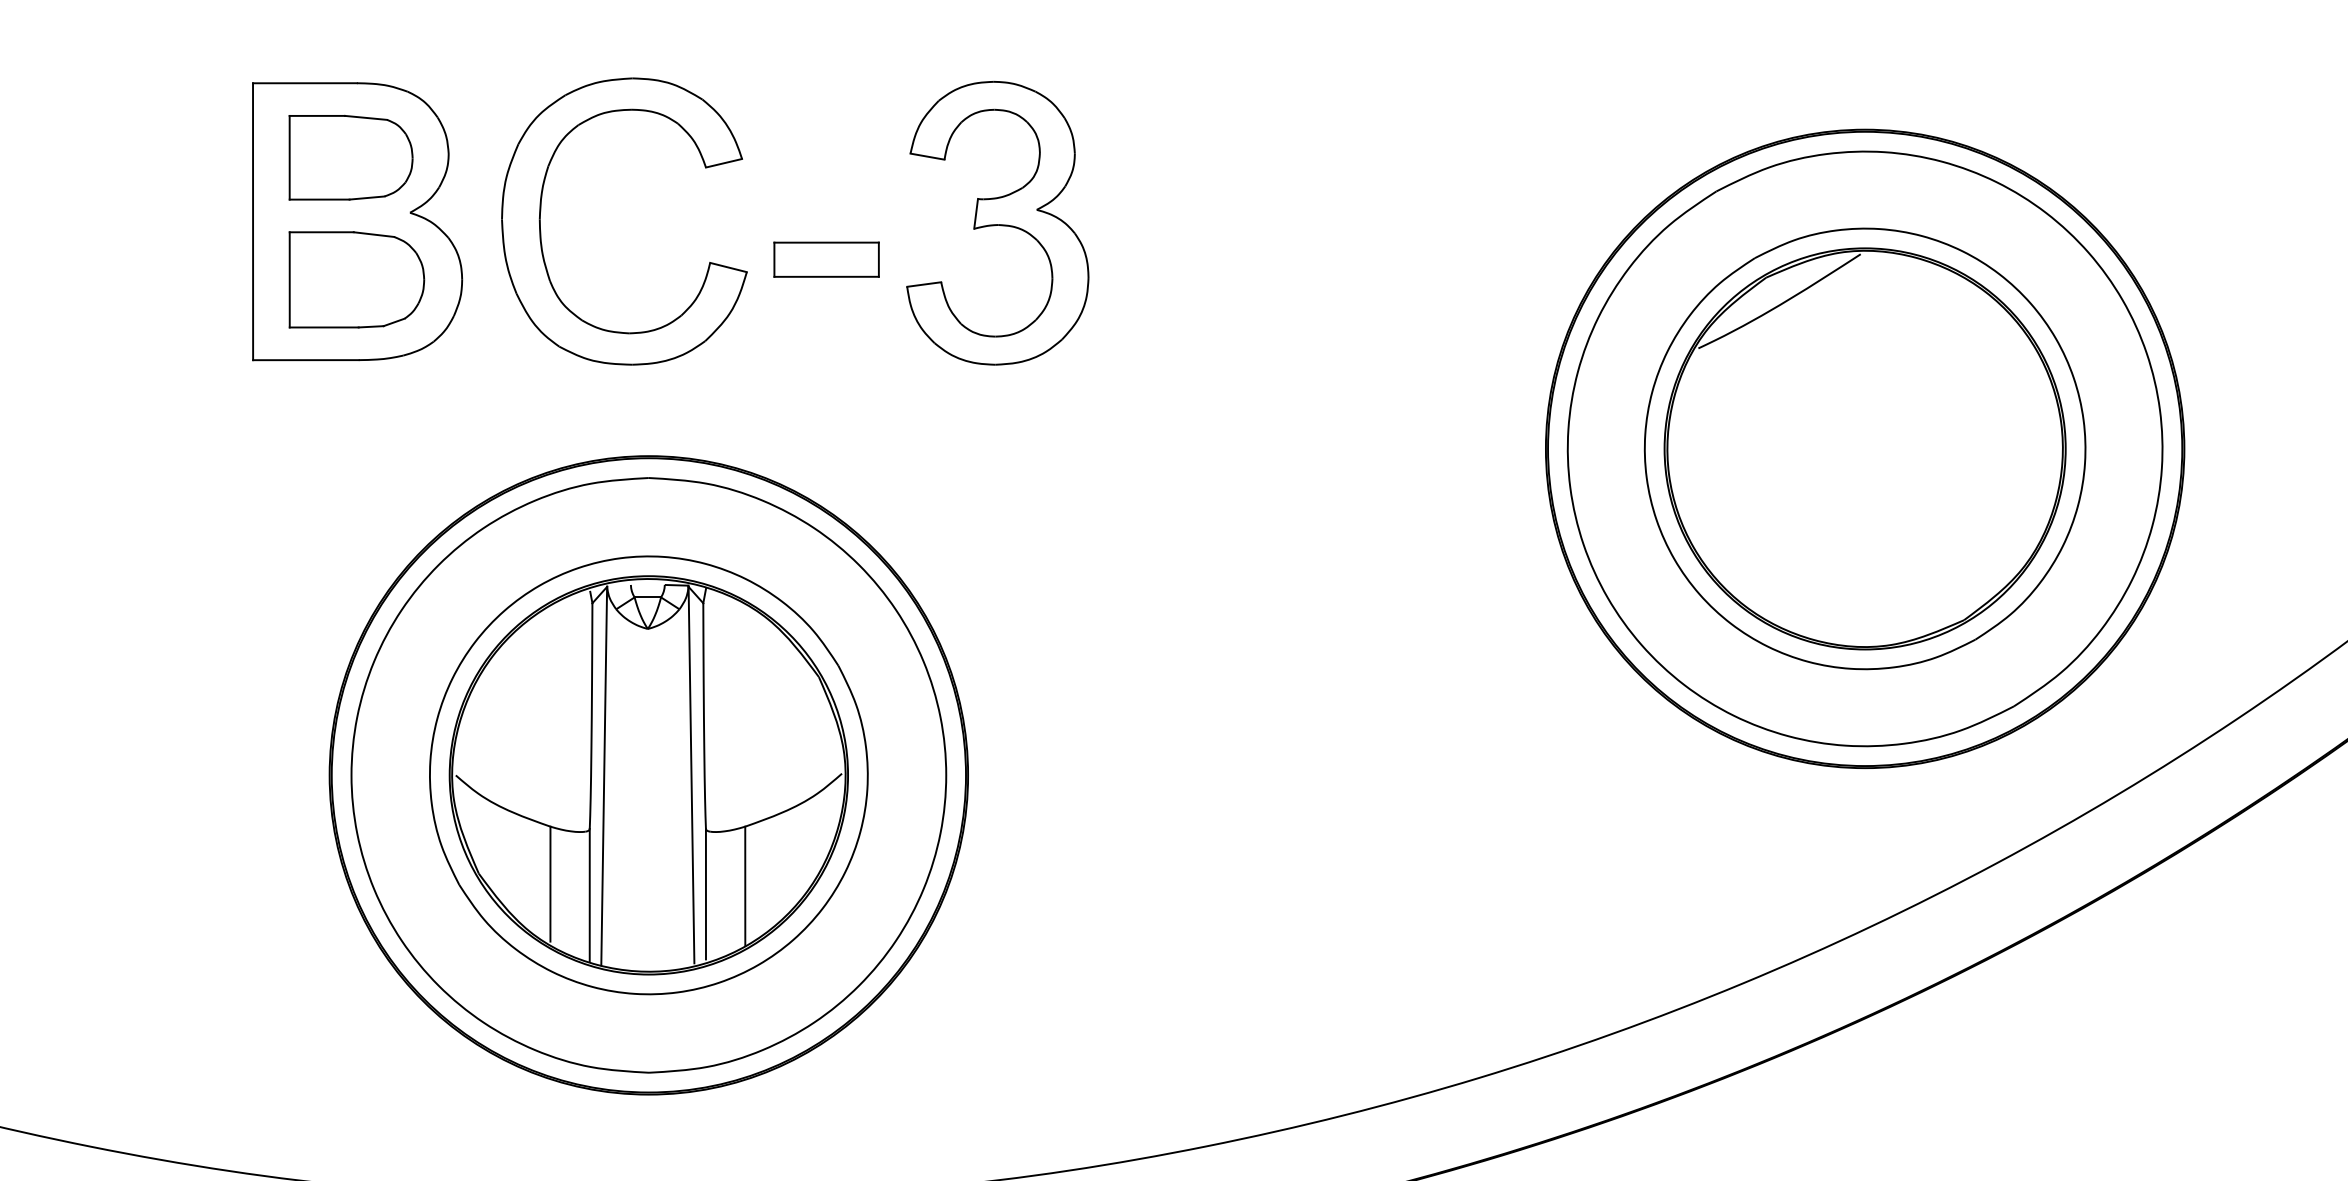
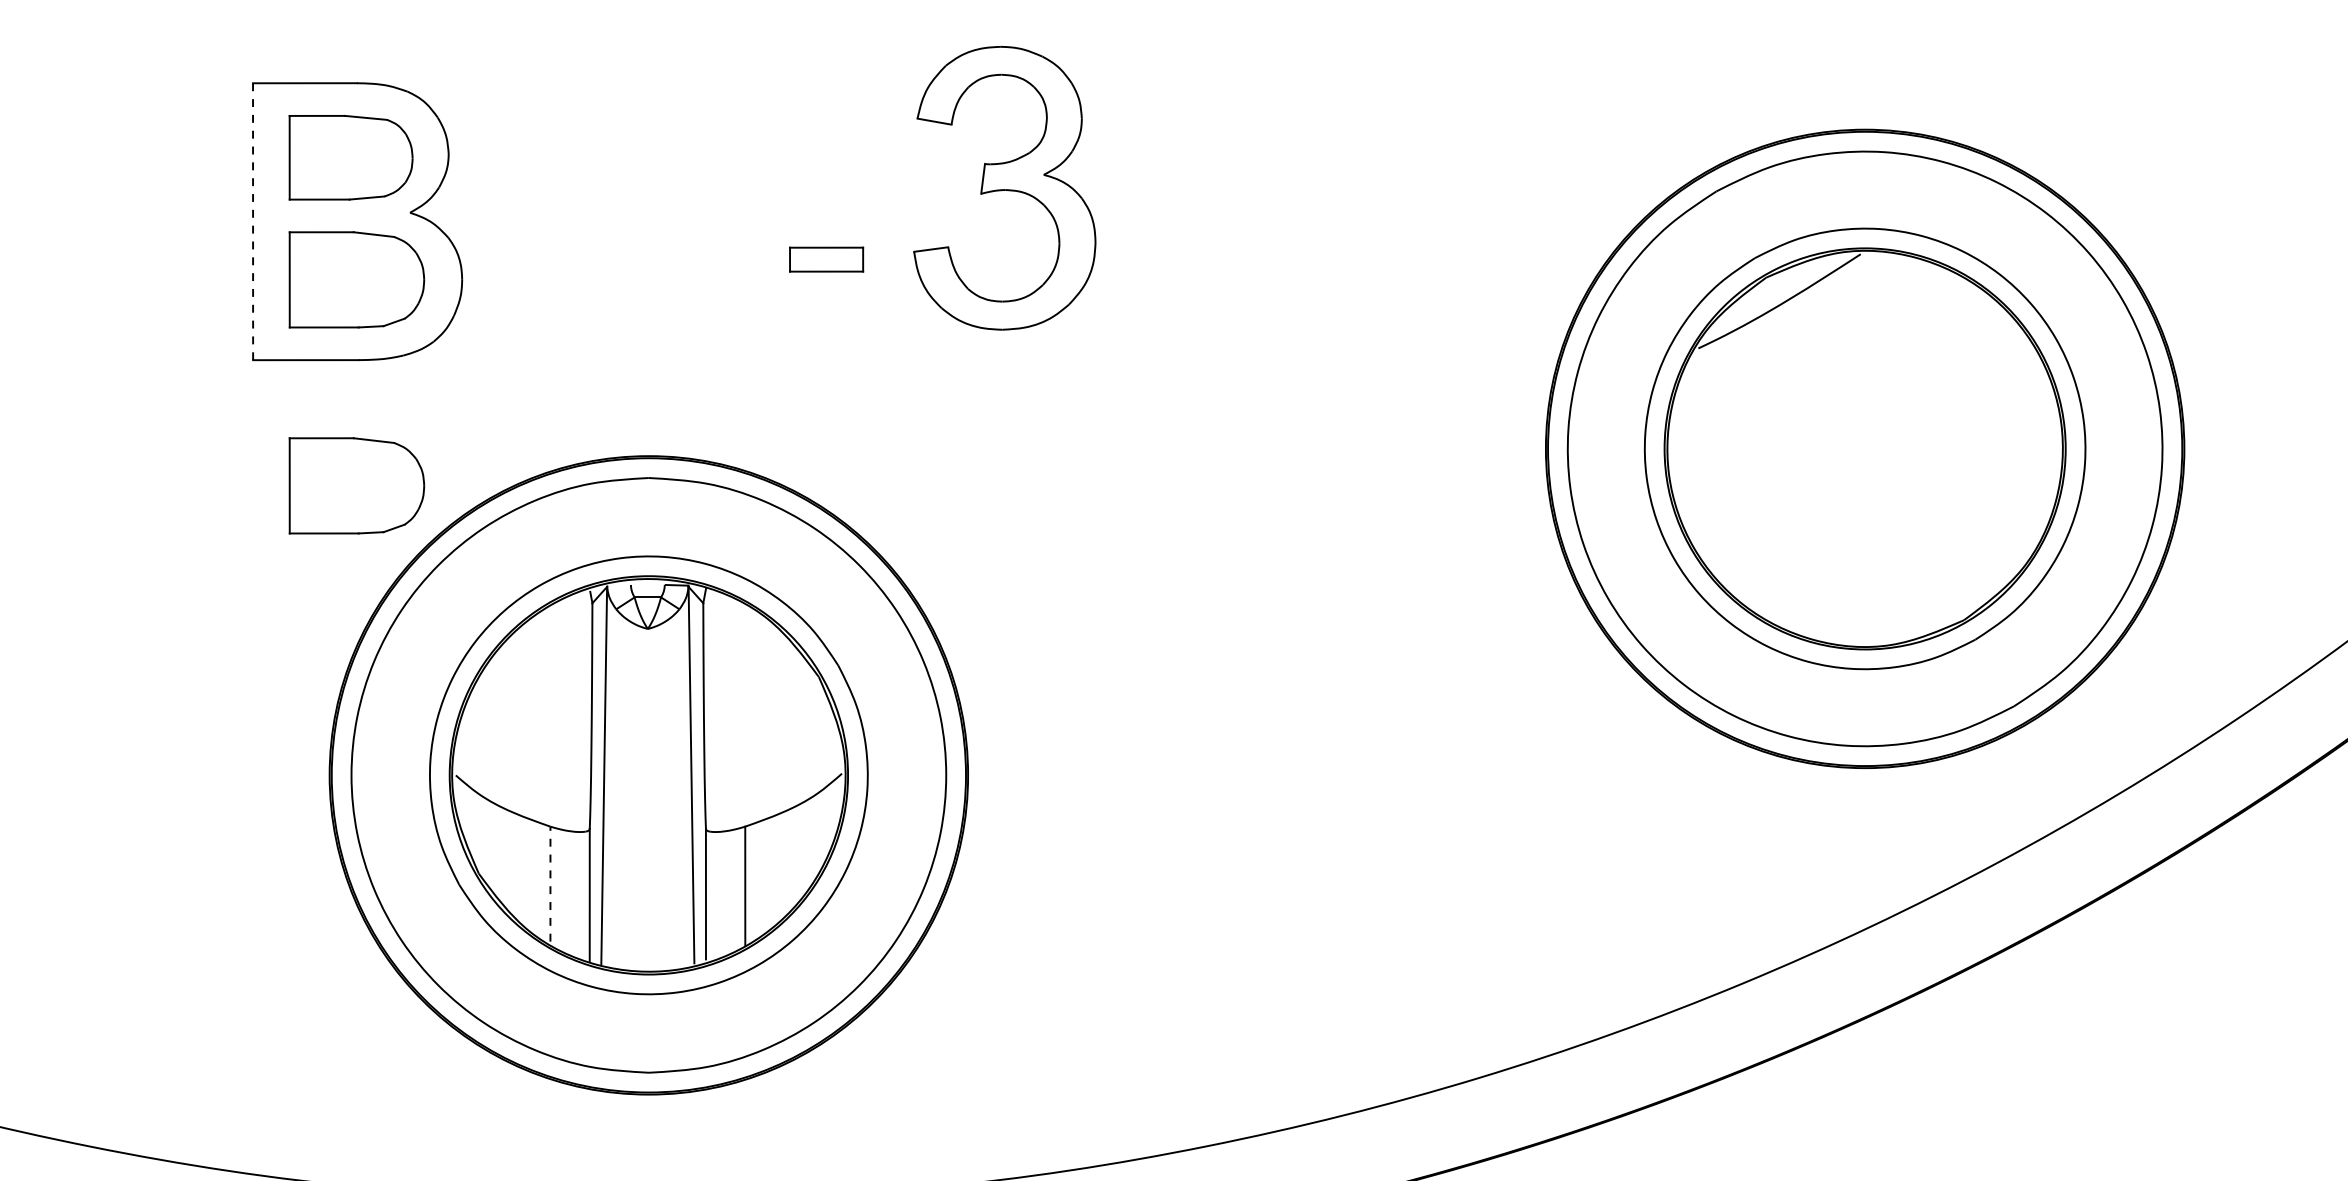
part at (541, 211): present -> none
line at (253, 221): solid -> dashed
part at (997, 223) position: (997, 223) -> (1004, 188)
part at (826, 259) size: 107x37 px -> 76x27 px
part at (356, 485): none -> present
line at (550, 883): solid -> dashed
